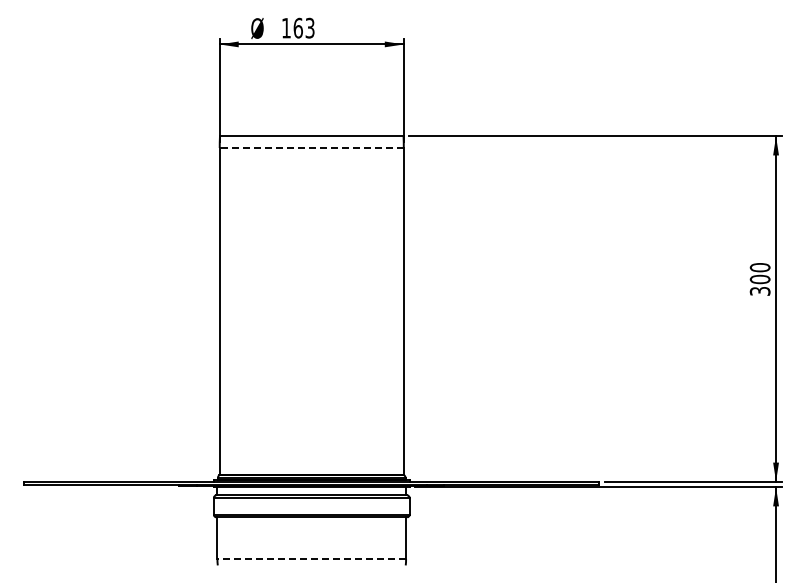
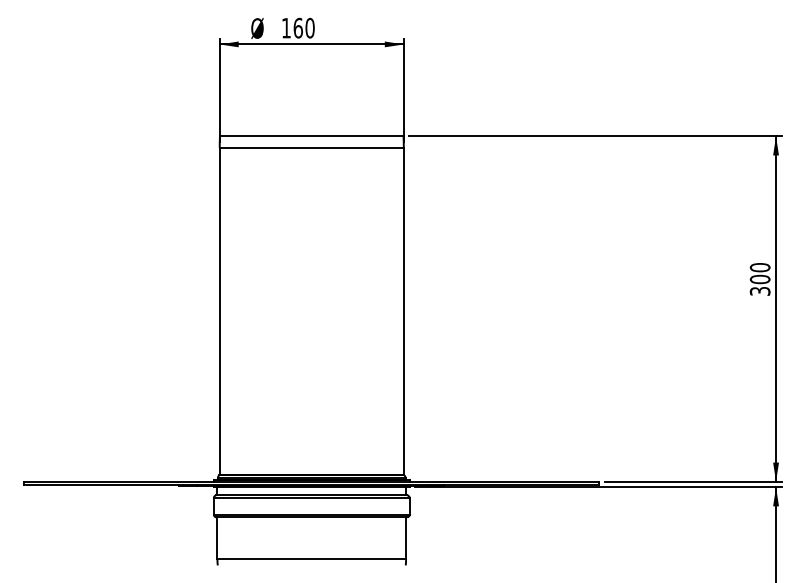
text at (309, 28): 163 -> 160
line at (311, 148): dashed -> solid
line at (311, 558): dashed -> solid
